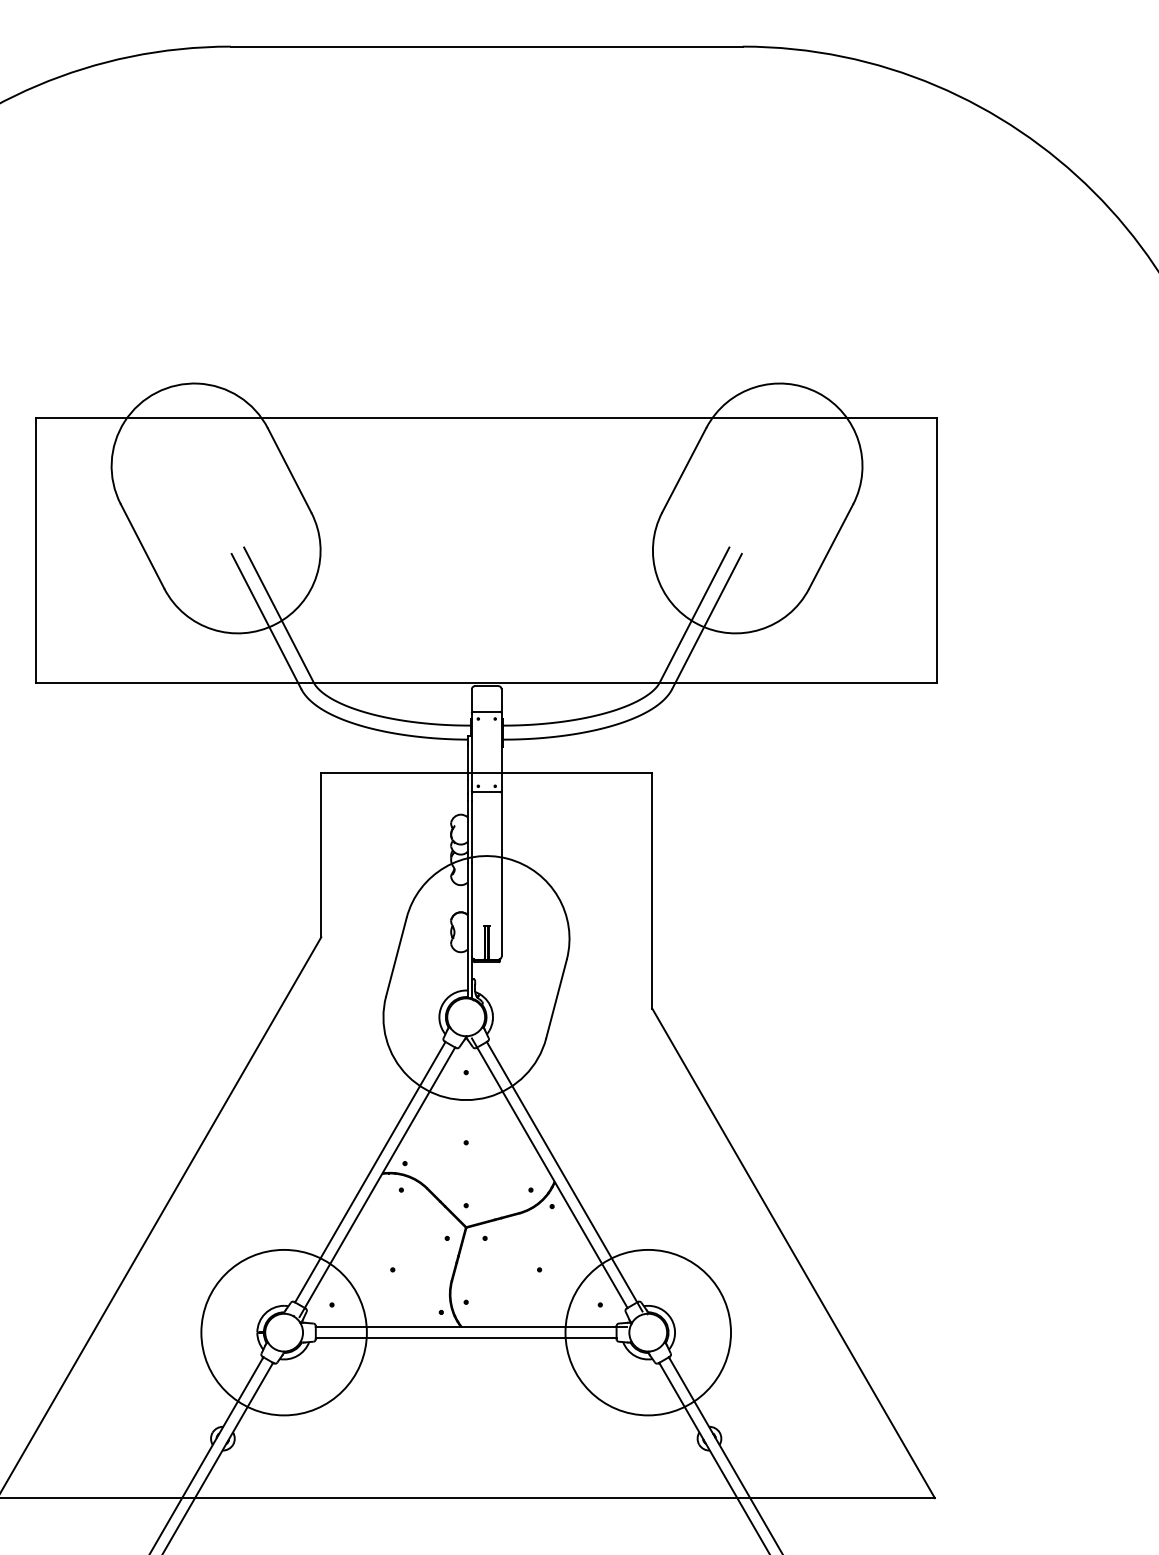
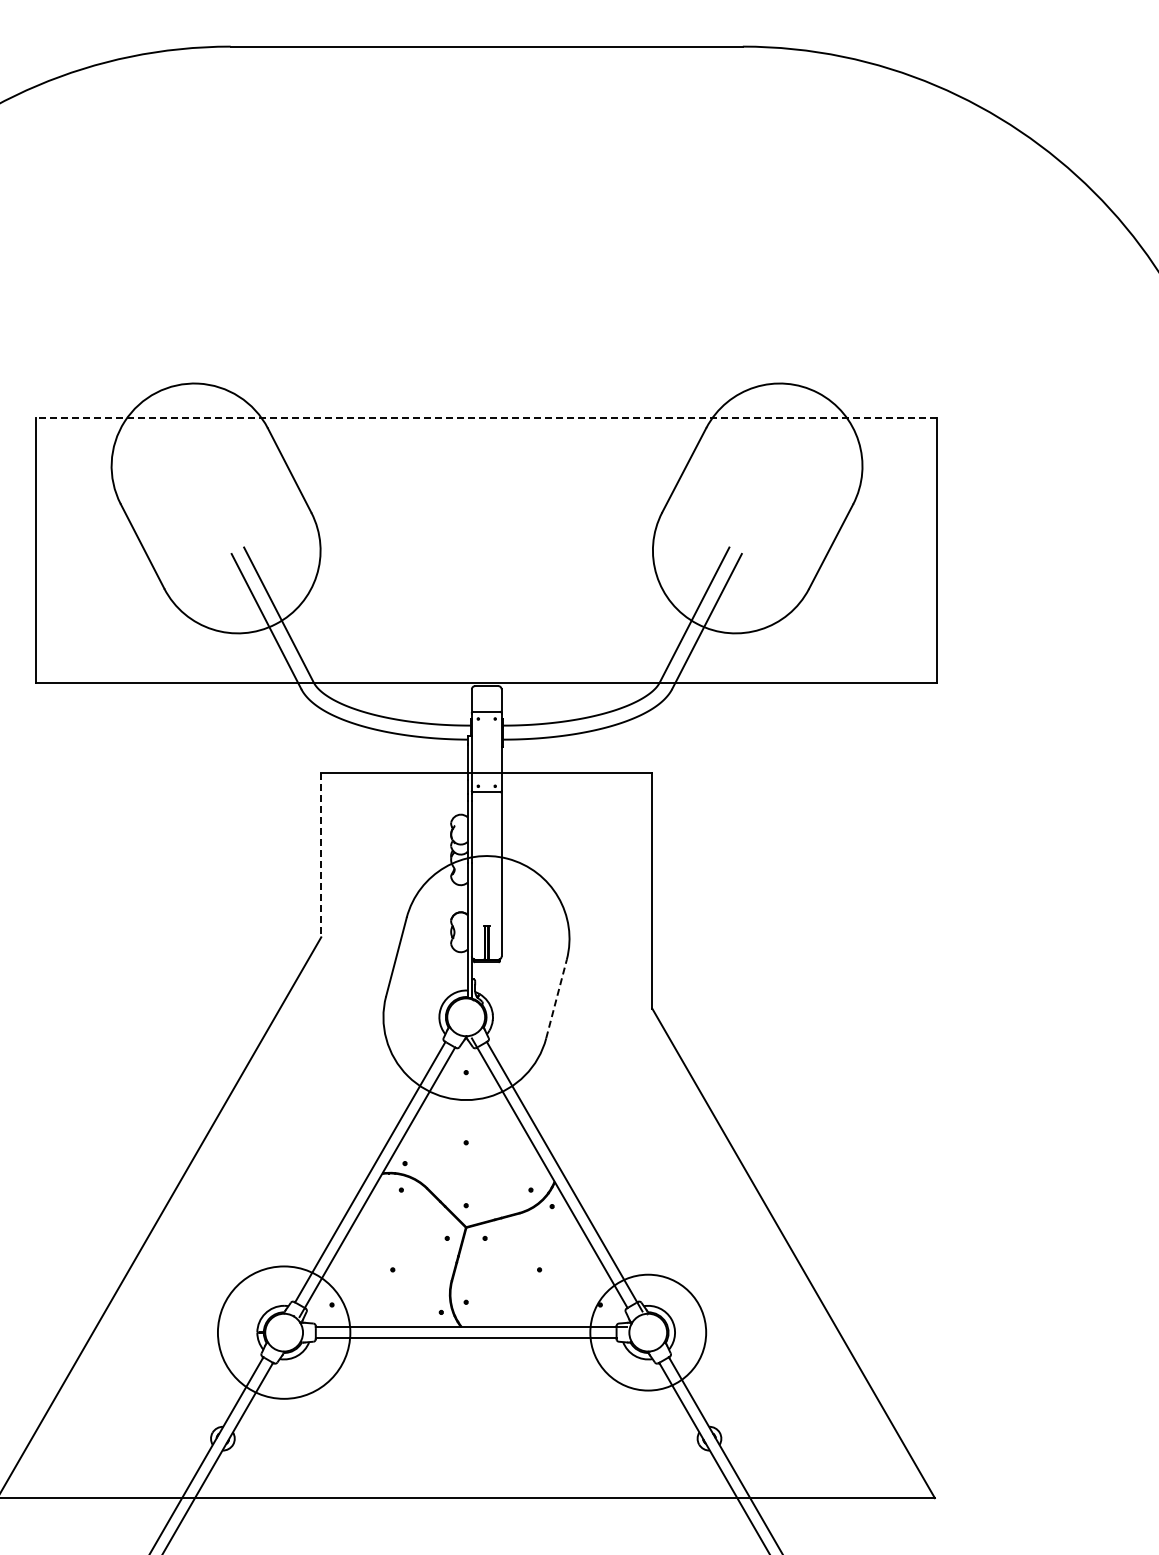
line at (486, 418): solid -> dashed
line at (321, 855): solid -> dashed
line at (556, 999): solid -> dashed
circle at (283, 1332) diameter: 166 px -> 132 px
circle at (648, 1332) diameter: 166 px -> 116 px
